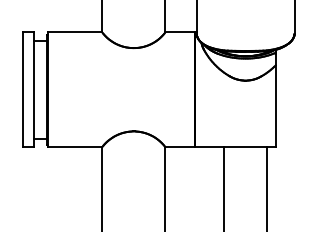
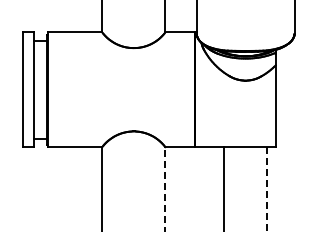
line at (165, 189): solid -> dashed
line at (267, 189): solid -> dashed
